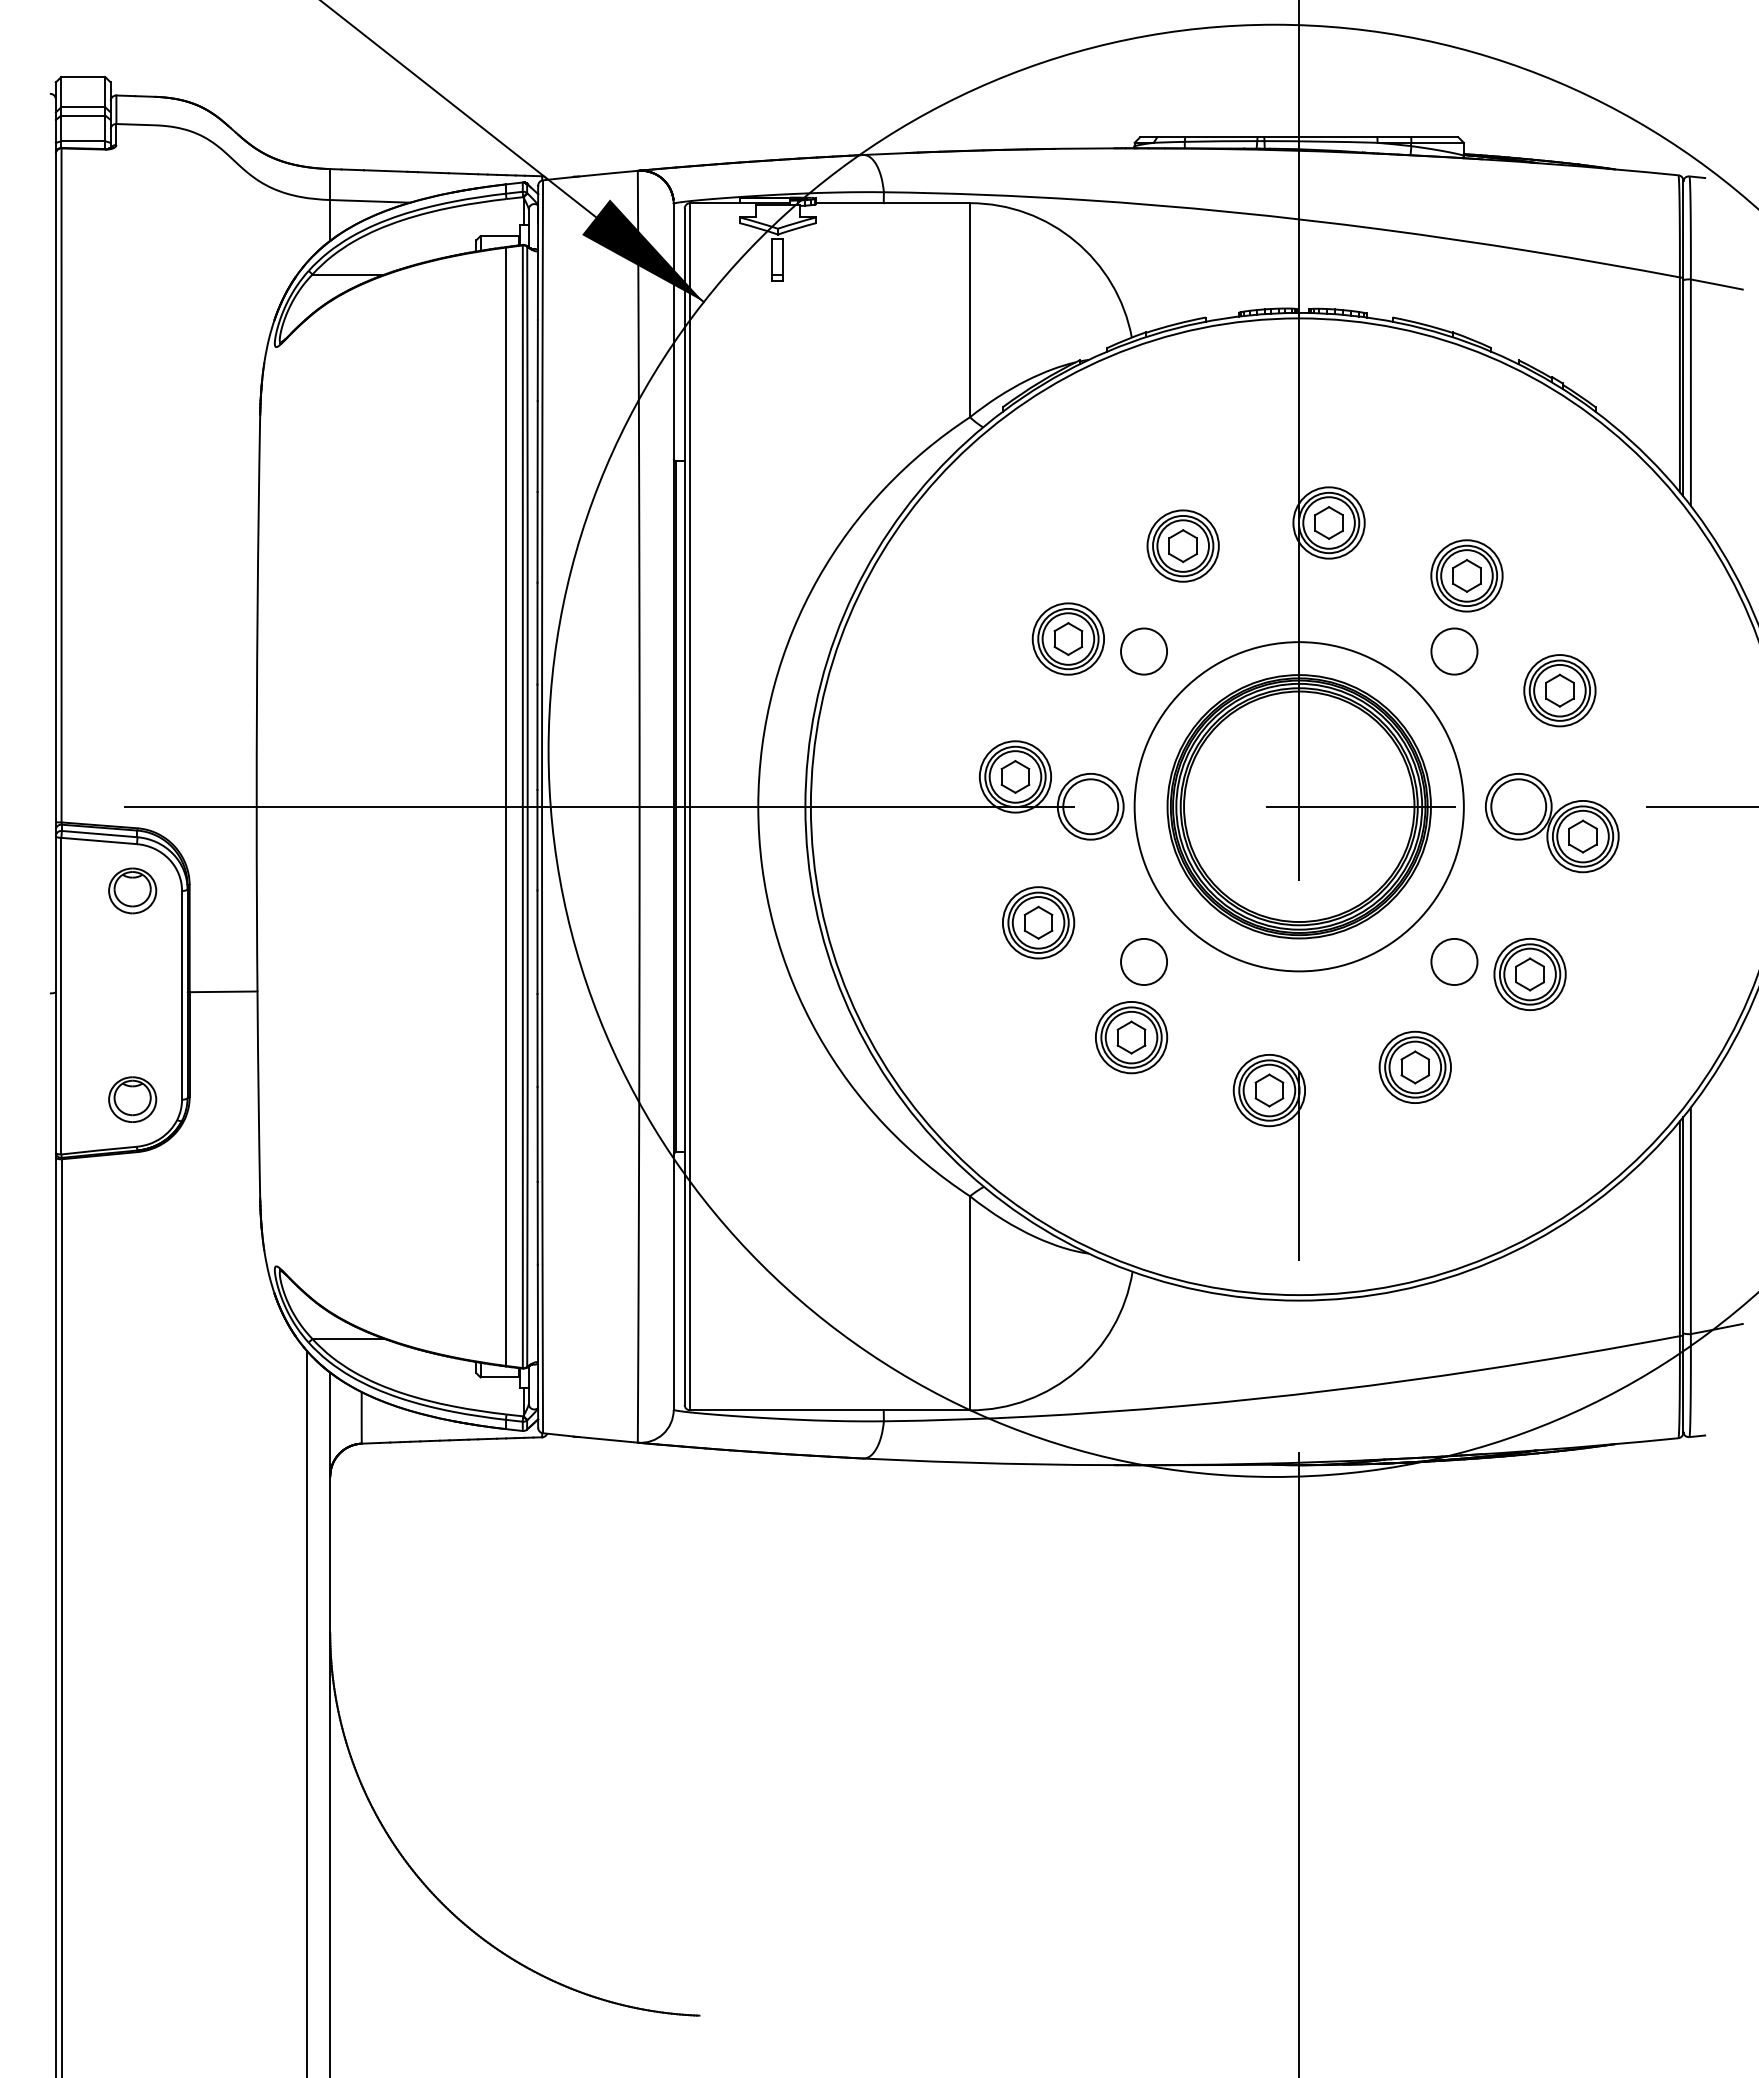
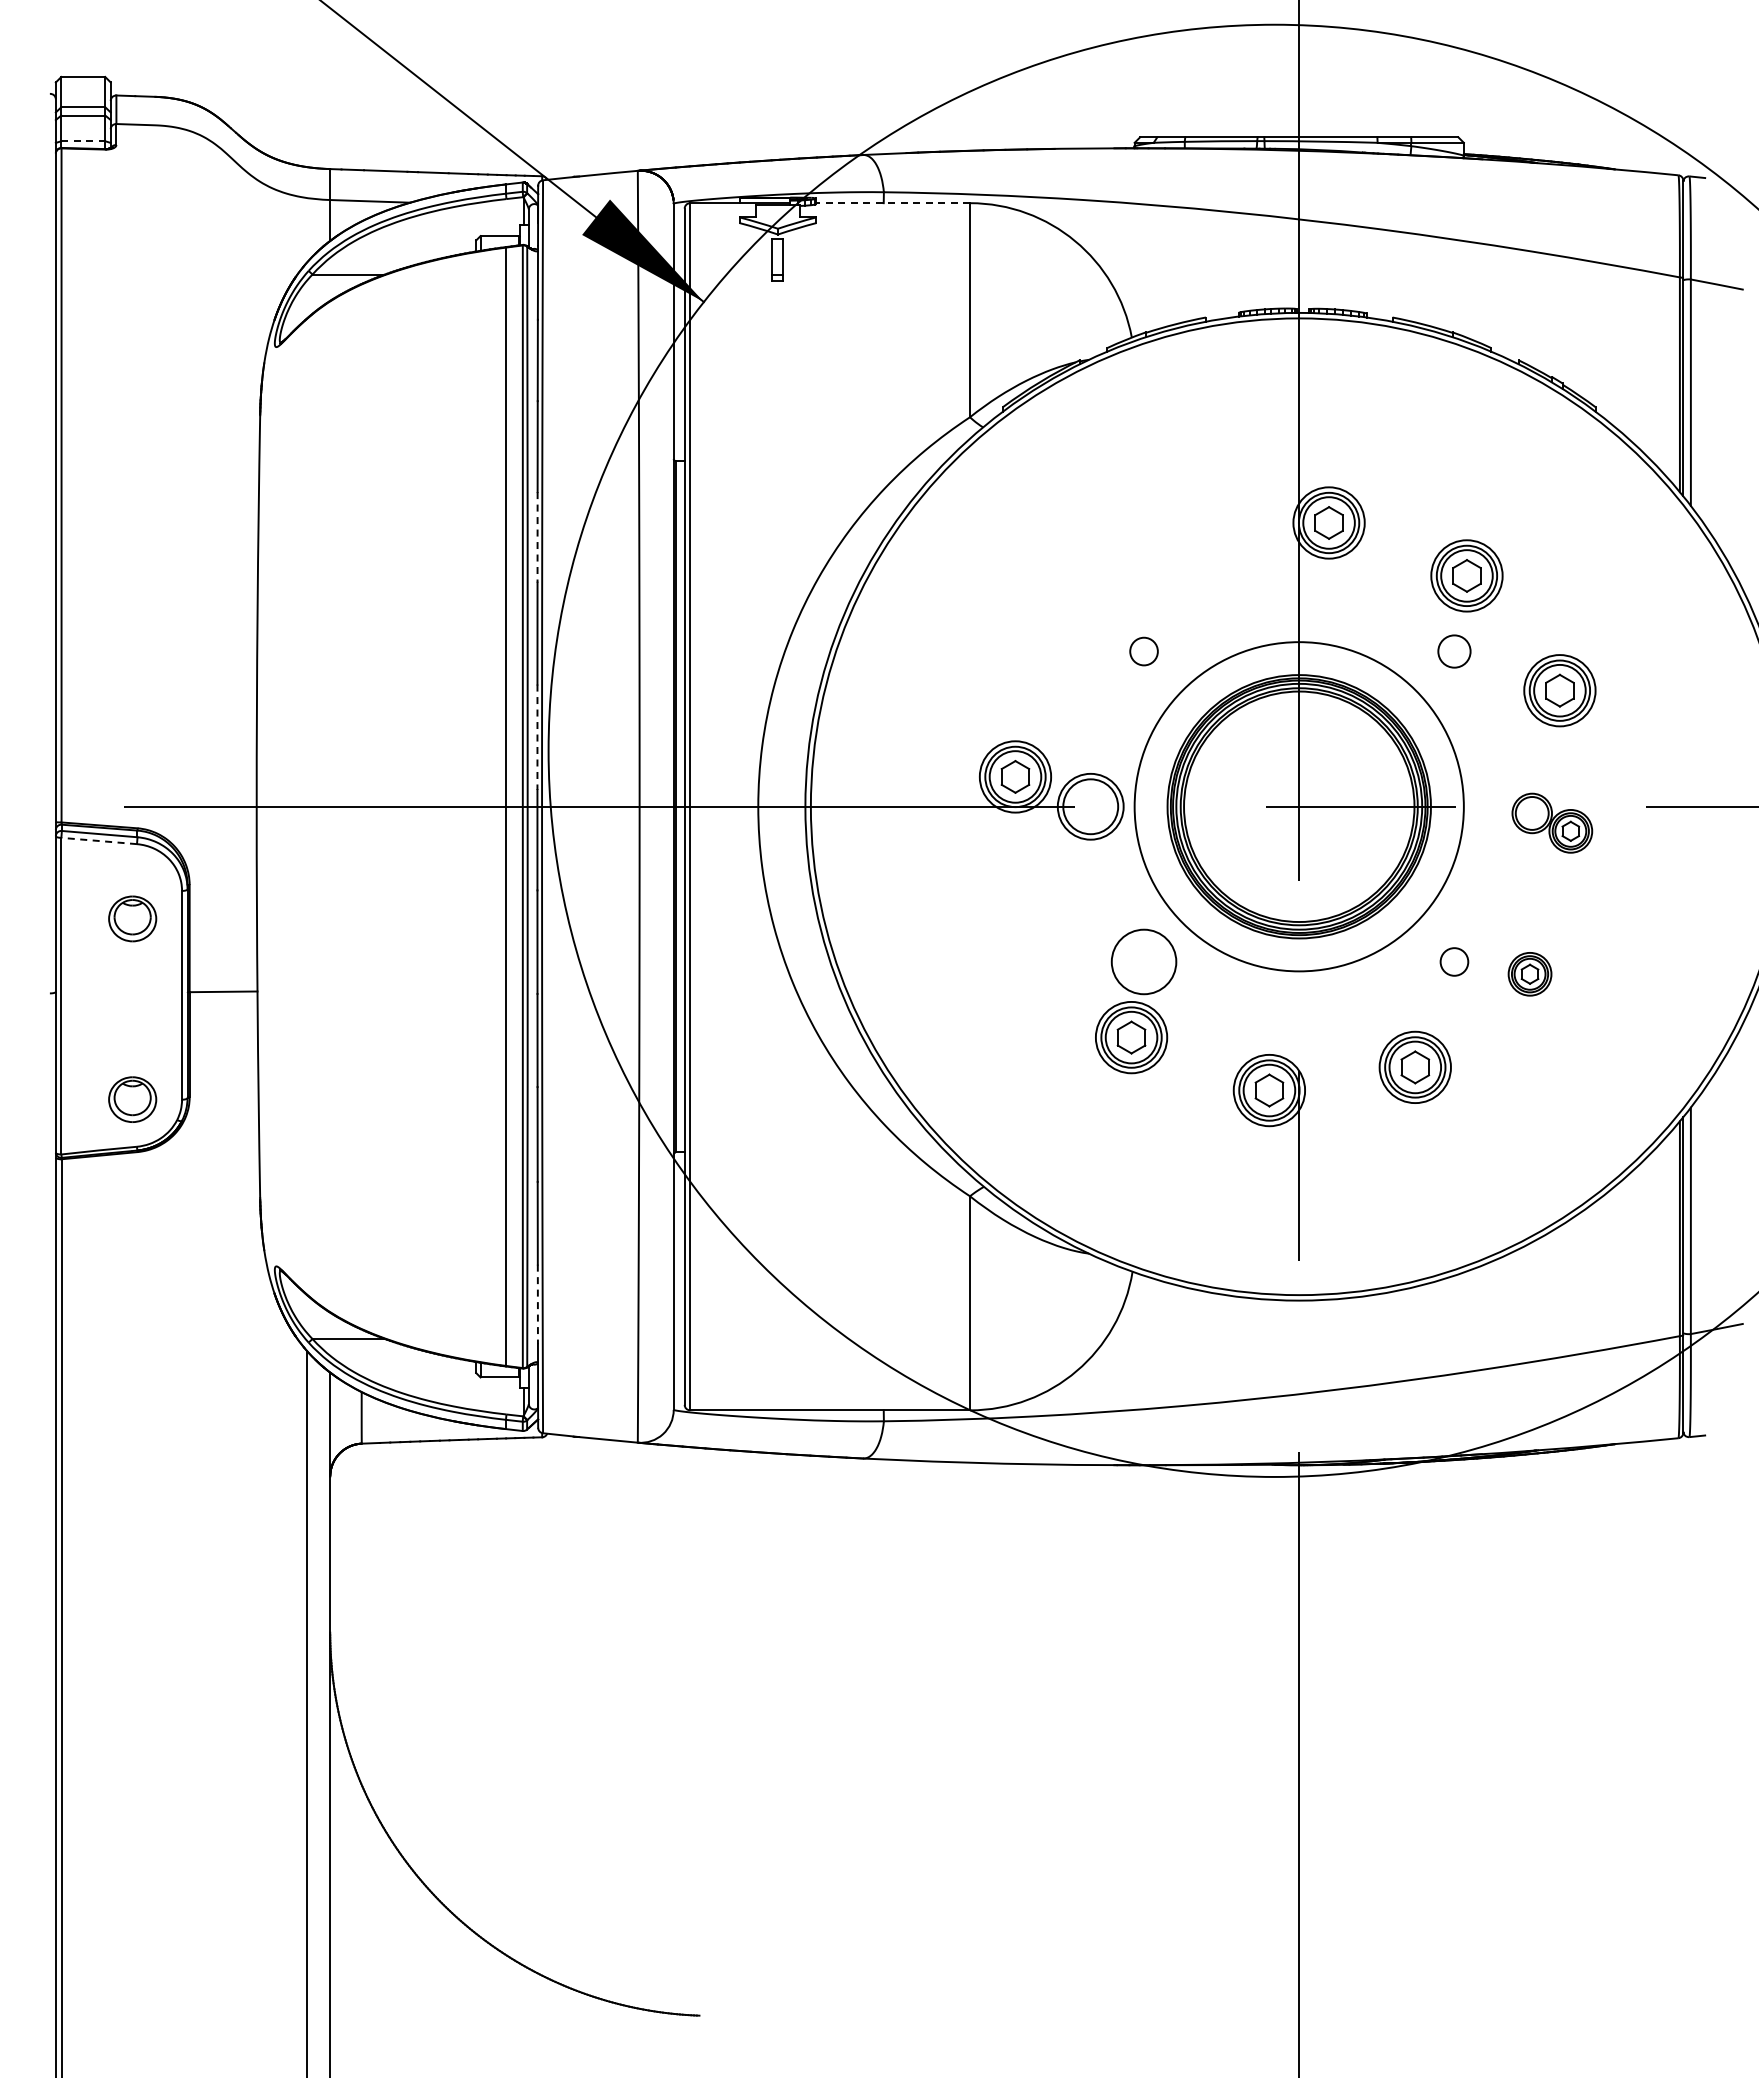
line at (83, 141): solid -> dashed
line at (893, 203): solid -> dashed
line at (537, 537): solid -> dashed
part at (1182, 545): present -> none
part at (1067, 638): present -> none
circle at (1144, 651) diameter: 46 px -> 28 px
circle at (1454, 651) size: 49x49 px -> 35x35 px
line at (537, 737): solid -> dashed
part at (1552, 823) size: 135x101 px -> 83x62 px
line at (99, 841): solid -> dashed
part at (132, 890) position: (132, 890) -> (132, 918)
part at (1038, 922): present -> none
circle at (1144, 961) diameter: 46 px -> 65 px
circle at (1454, 961) diameter: 46 px -> 28 px
part at (1529, 973) size: 74x74 px -> 46x45 px
line at (537, 1304): solid -> dashed
